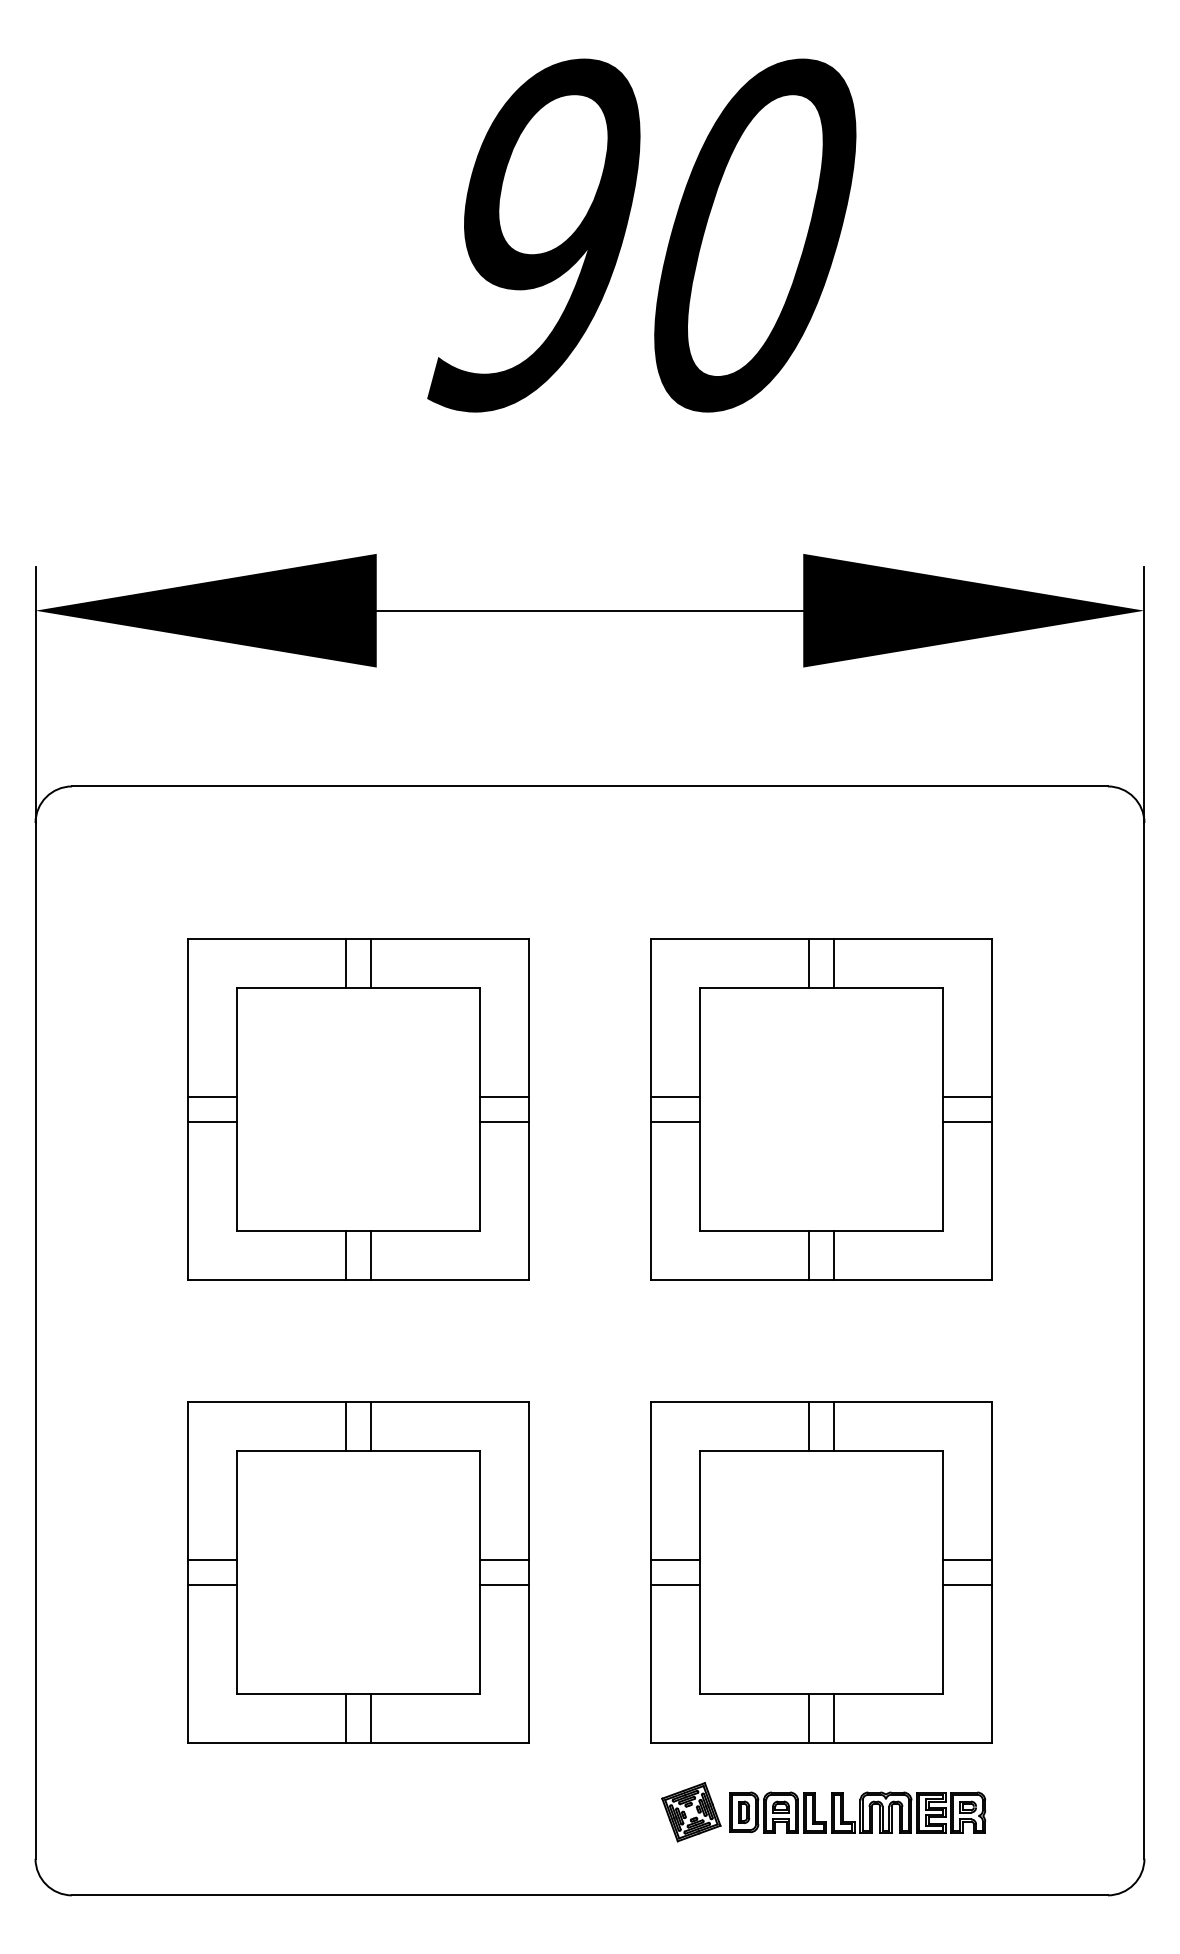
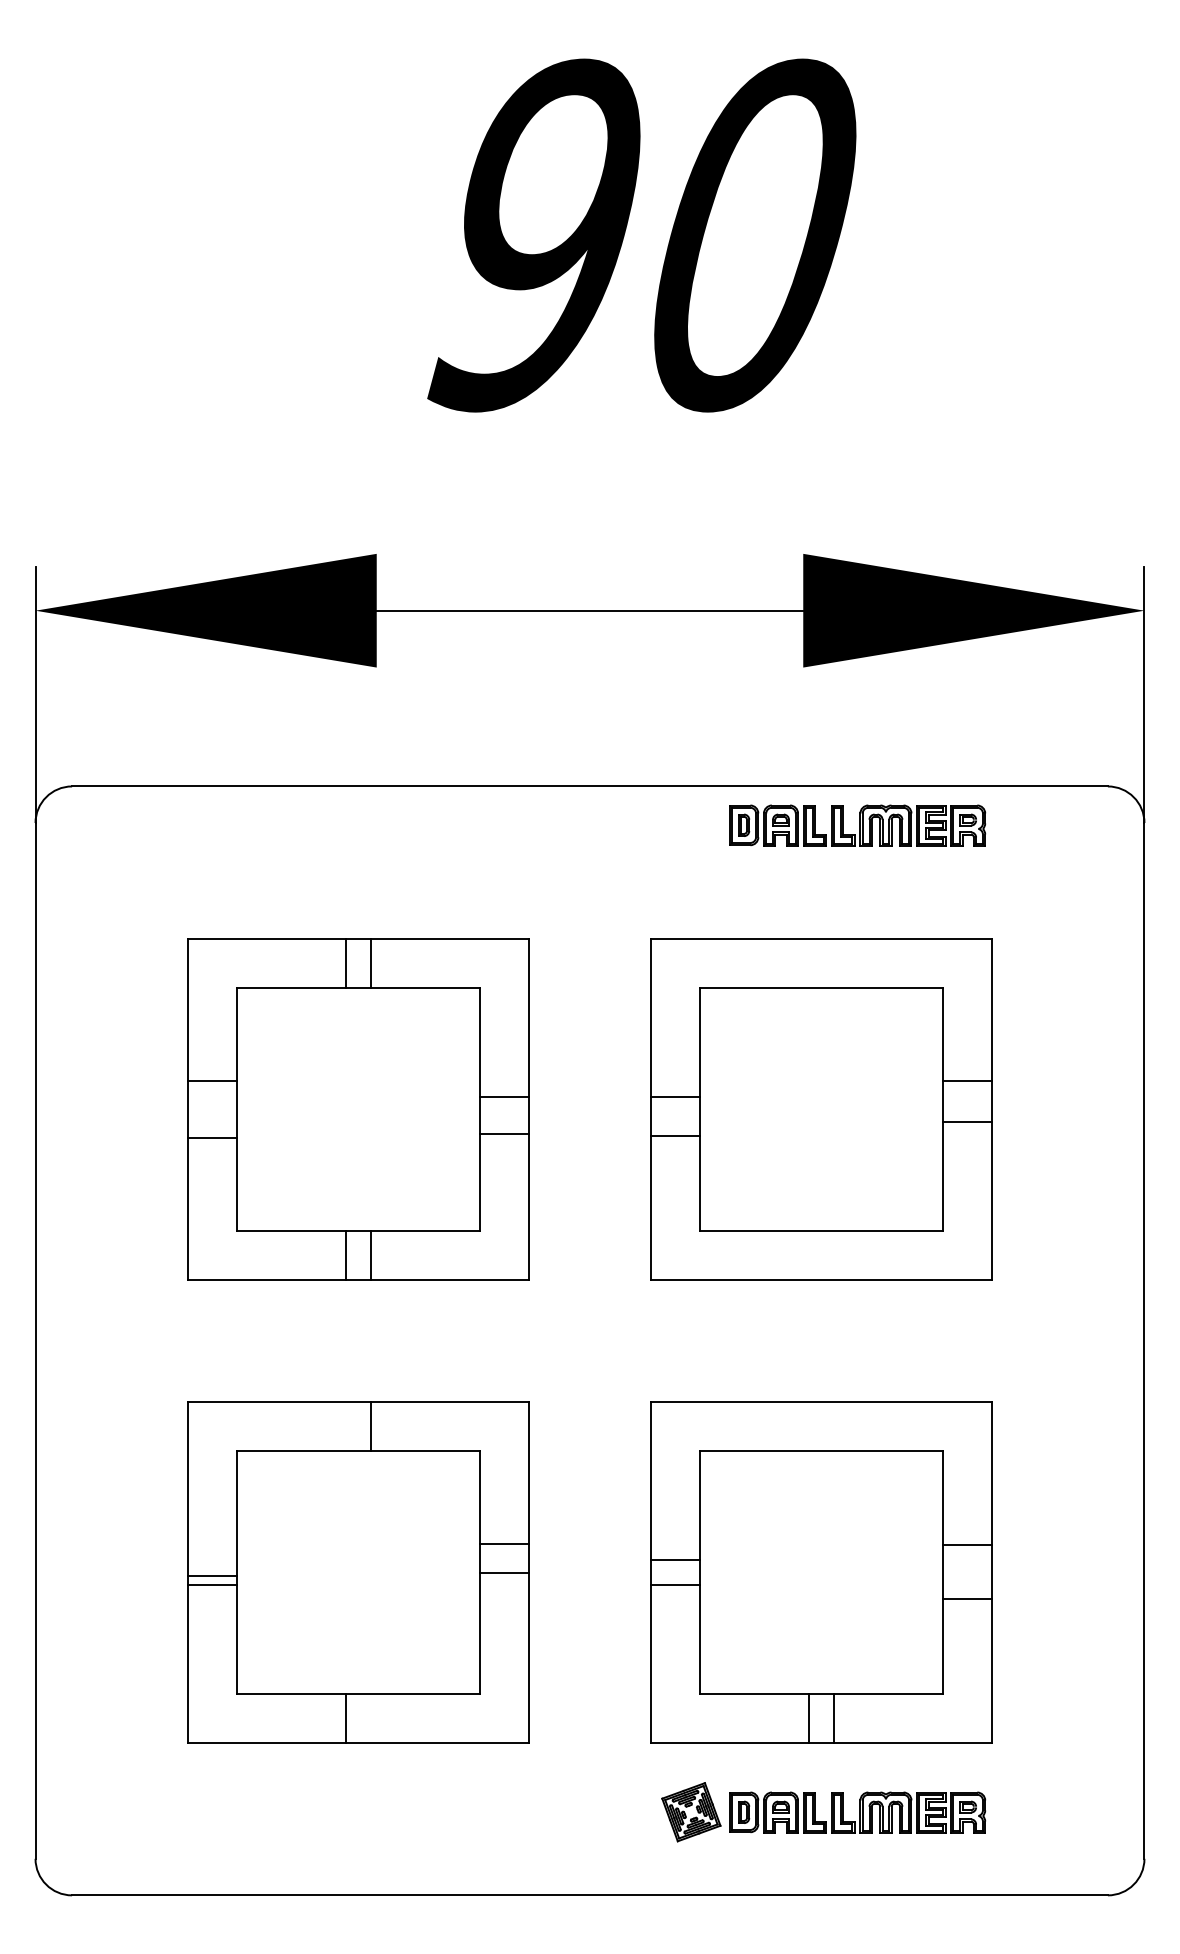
part at (857, 825): none -> present
line at (809, 962): present -> none
line at (833, 962): present -> none
line at (211, 1097) position: (211, 1097) -> (211, 1081)
line at (967, 1097) position: (967, 1097) -> (967, 1081)
line at (211, 1121) position: (211, 1121) -> (211, 1137)
line at (504, 1121) position: (504, 1121) -> (504, 1133)
line at (674, 1121) position: (674, 1121) -> (674, 1135)
line at (809, 1255): present -> none
line at (833, 1255): present -> none
line at (346, 1425): present -> none
line at (809, 1425): present -> none
line at (833, 1425): present -> none
line at (211, 1560) position: (211, 1560) -> (211, 1576)
line at (504, 1560) position: (504, 1560) -> (504, 1544)
line at (967, 1560) position: (967, 1560) -> (967, 1545)
line at (504, 1584) position: (504, 1584) -> (504, 1572)
line at (967, 1584) position: (967, 1584) -> (967, 1598)
line at (370, 1718): present -> none
